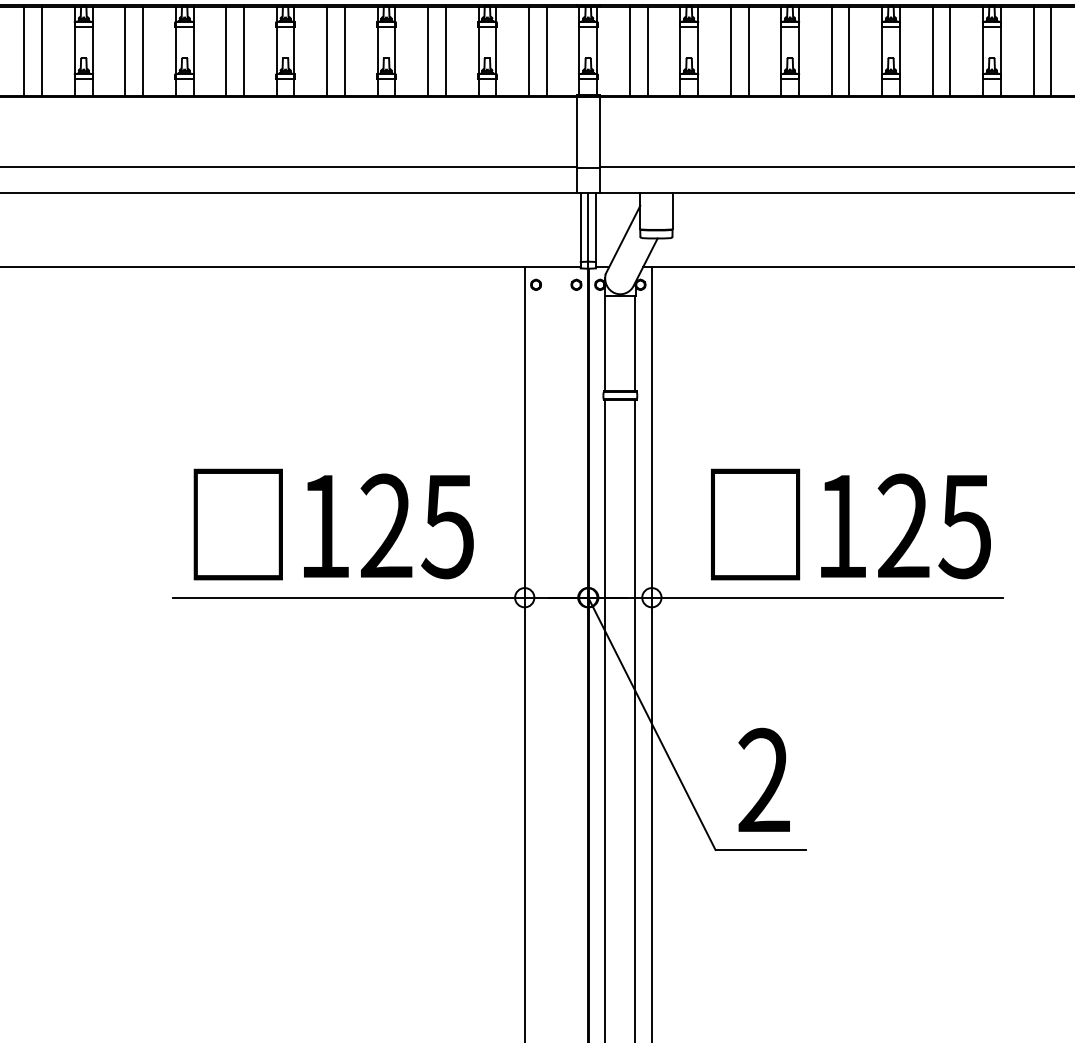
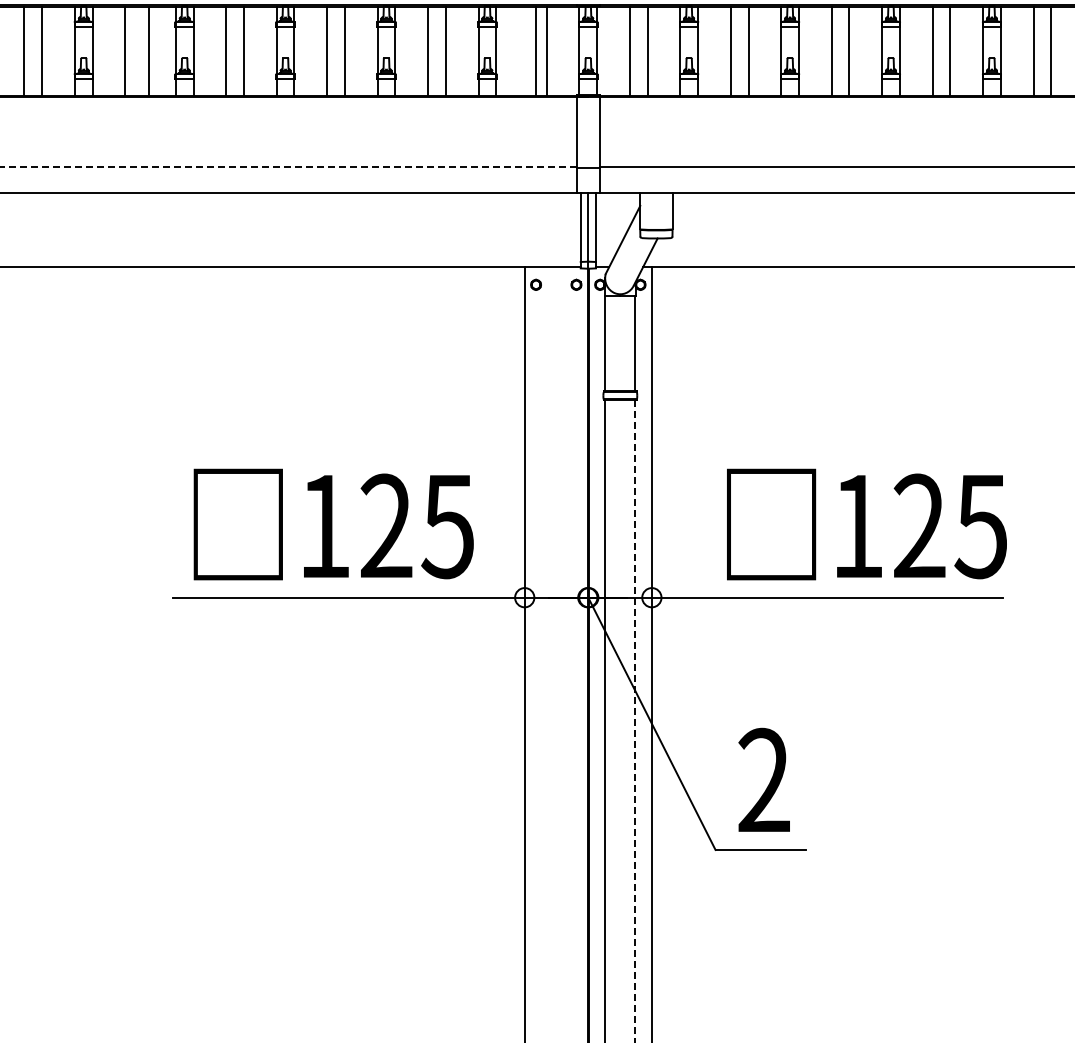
line at (143, 51) position: (143, 51) -> (149, 51)
line at (529, 51) position: (529, 51) -> (536, 51)
line at (287, 167): solid -> dashed
text at (850, 524) position: (850, 524) -> (866, 524)
line at (635, 722): solid -> dashed
